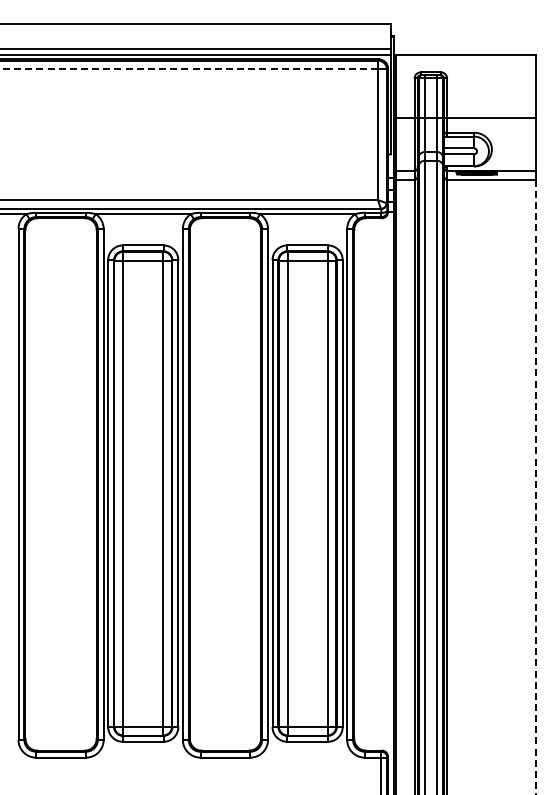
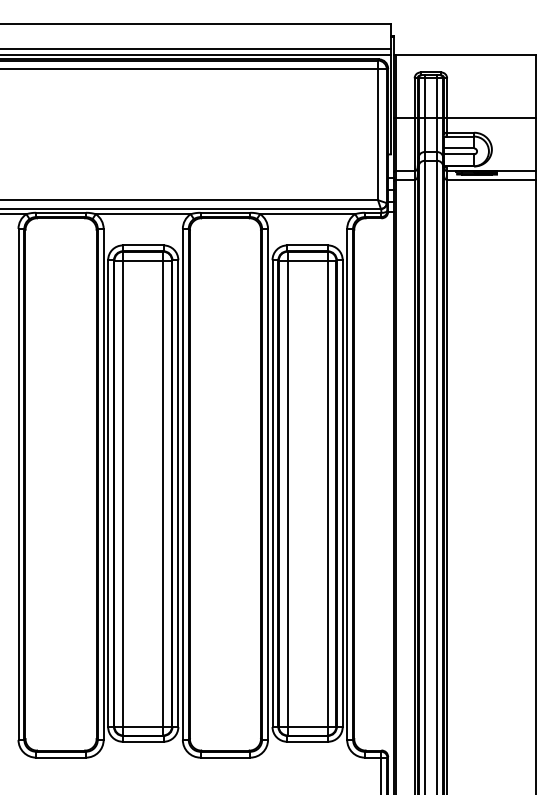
line at (189, 69): dashed -> solid
line at (536, 487): dashed -> solid
